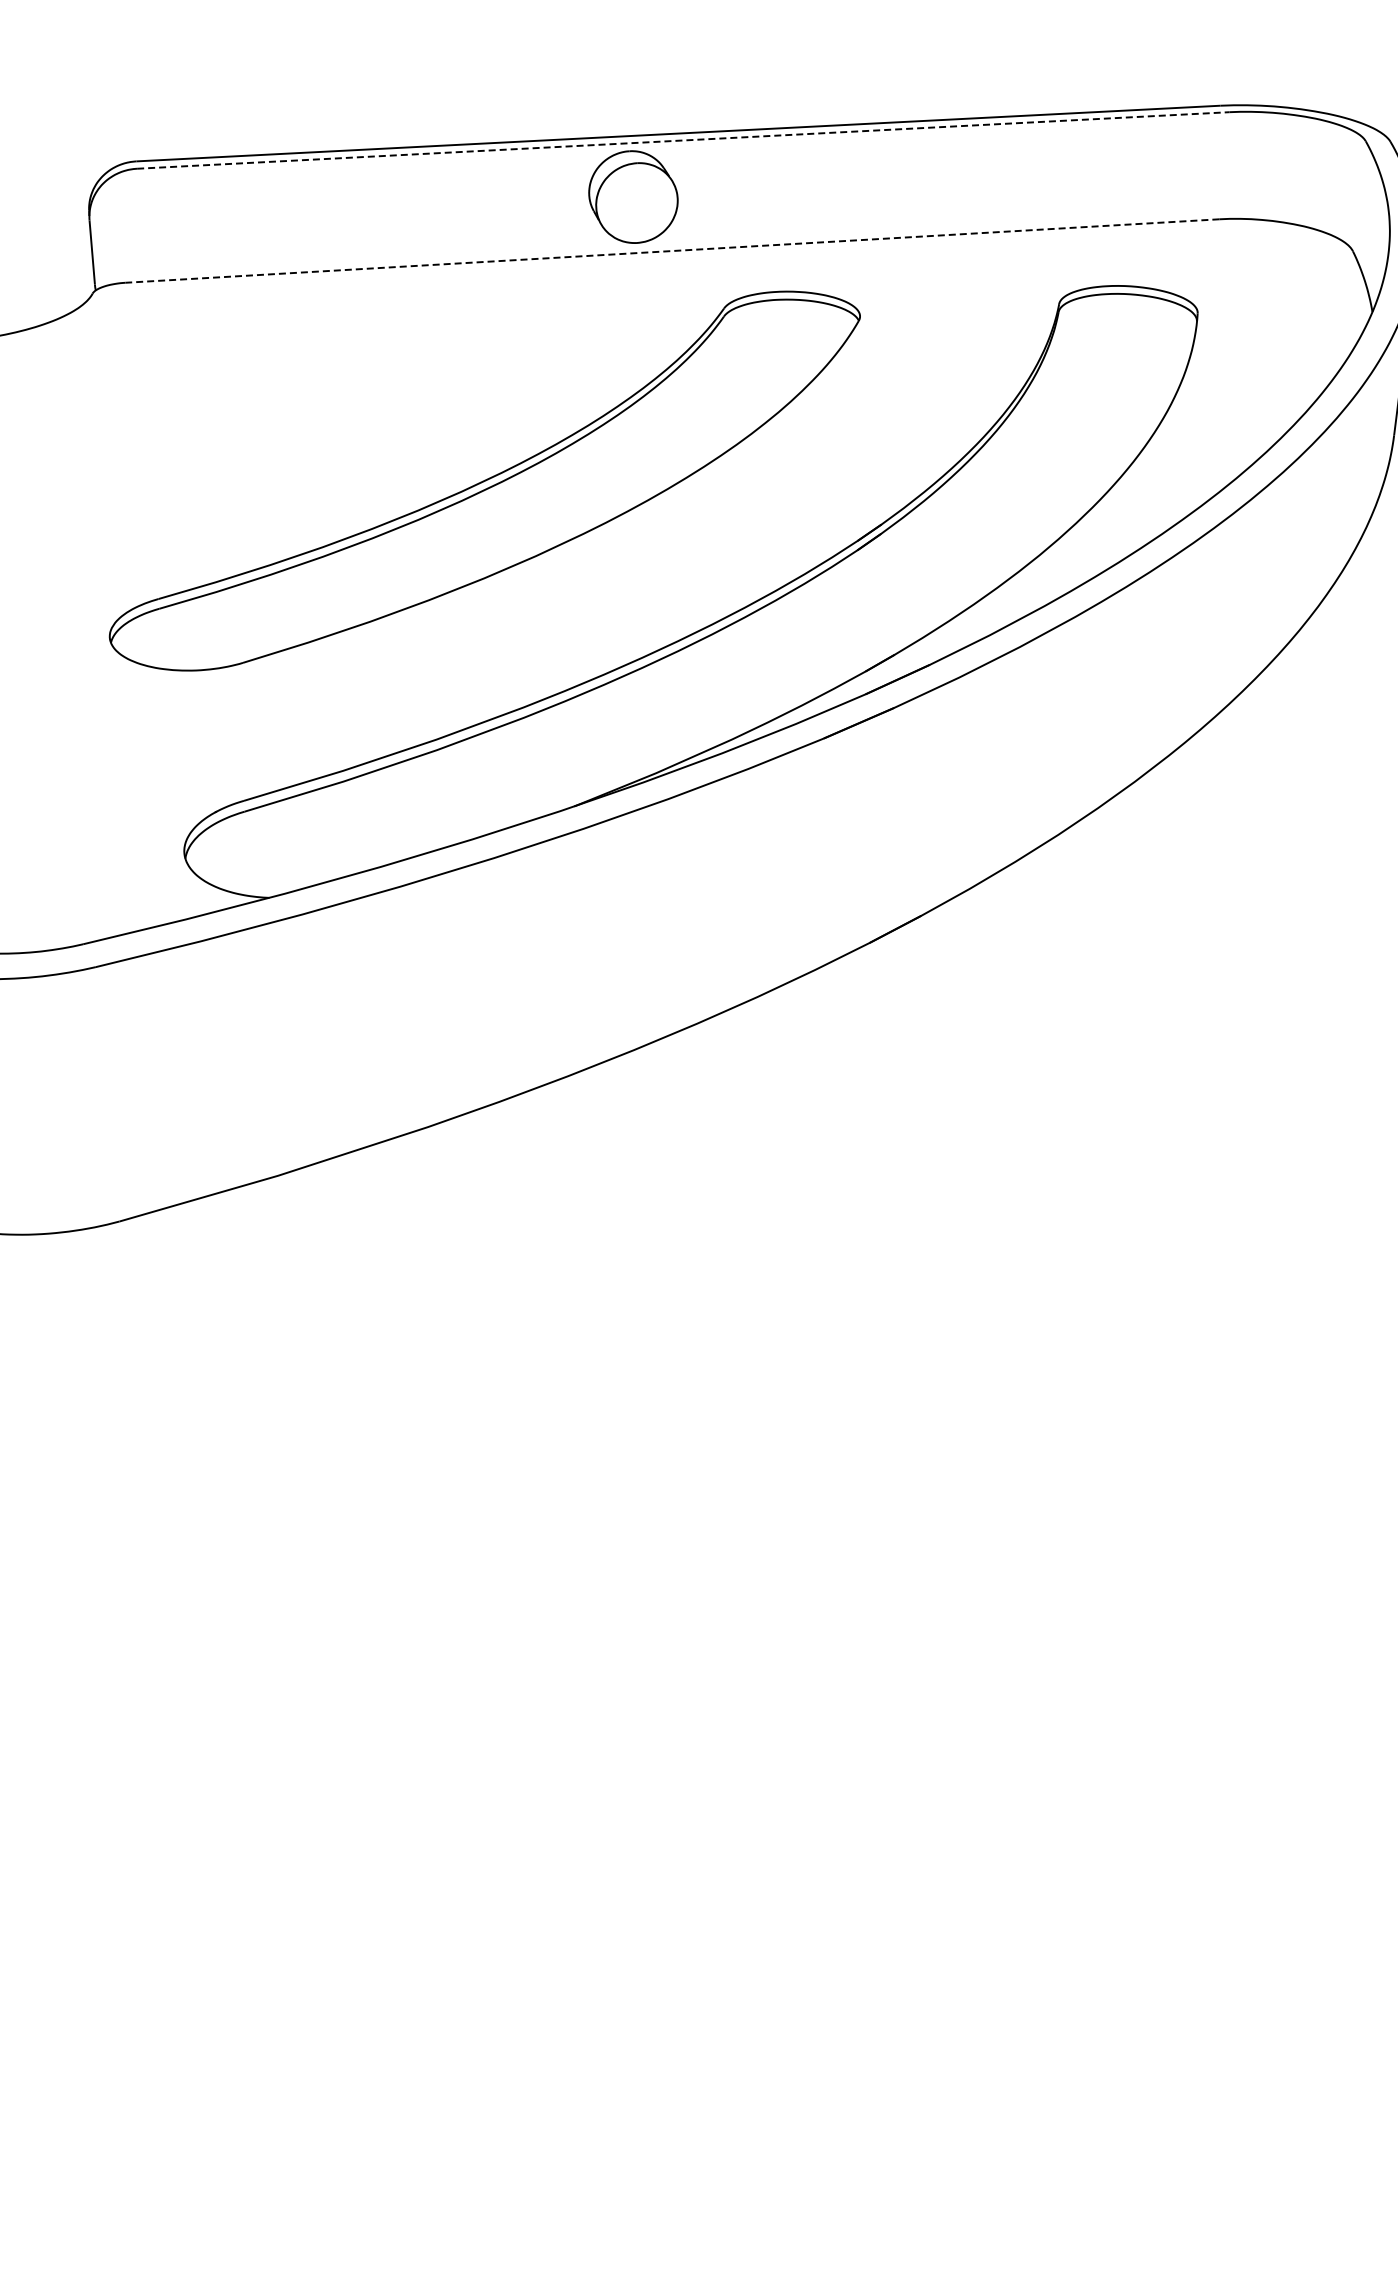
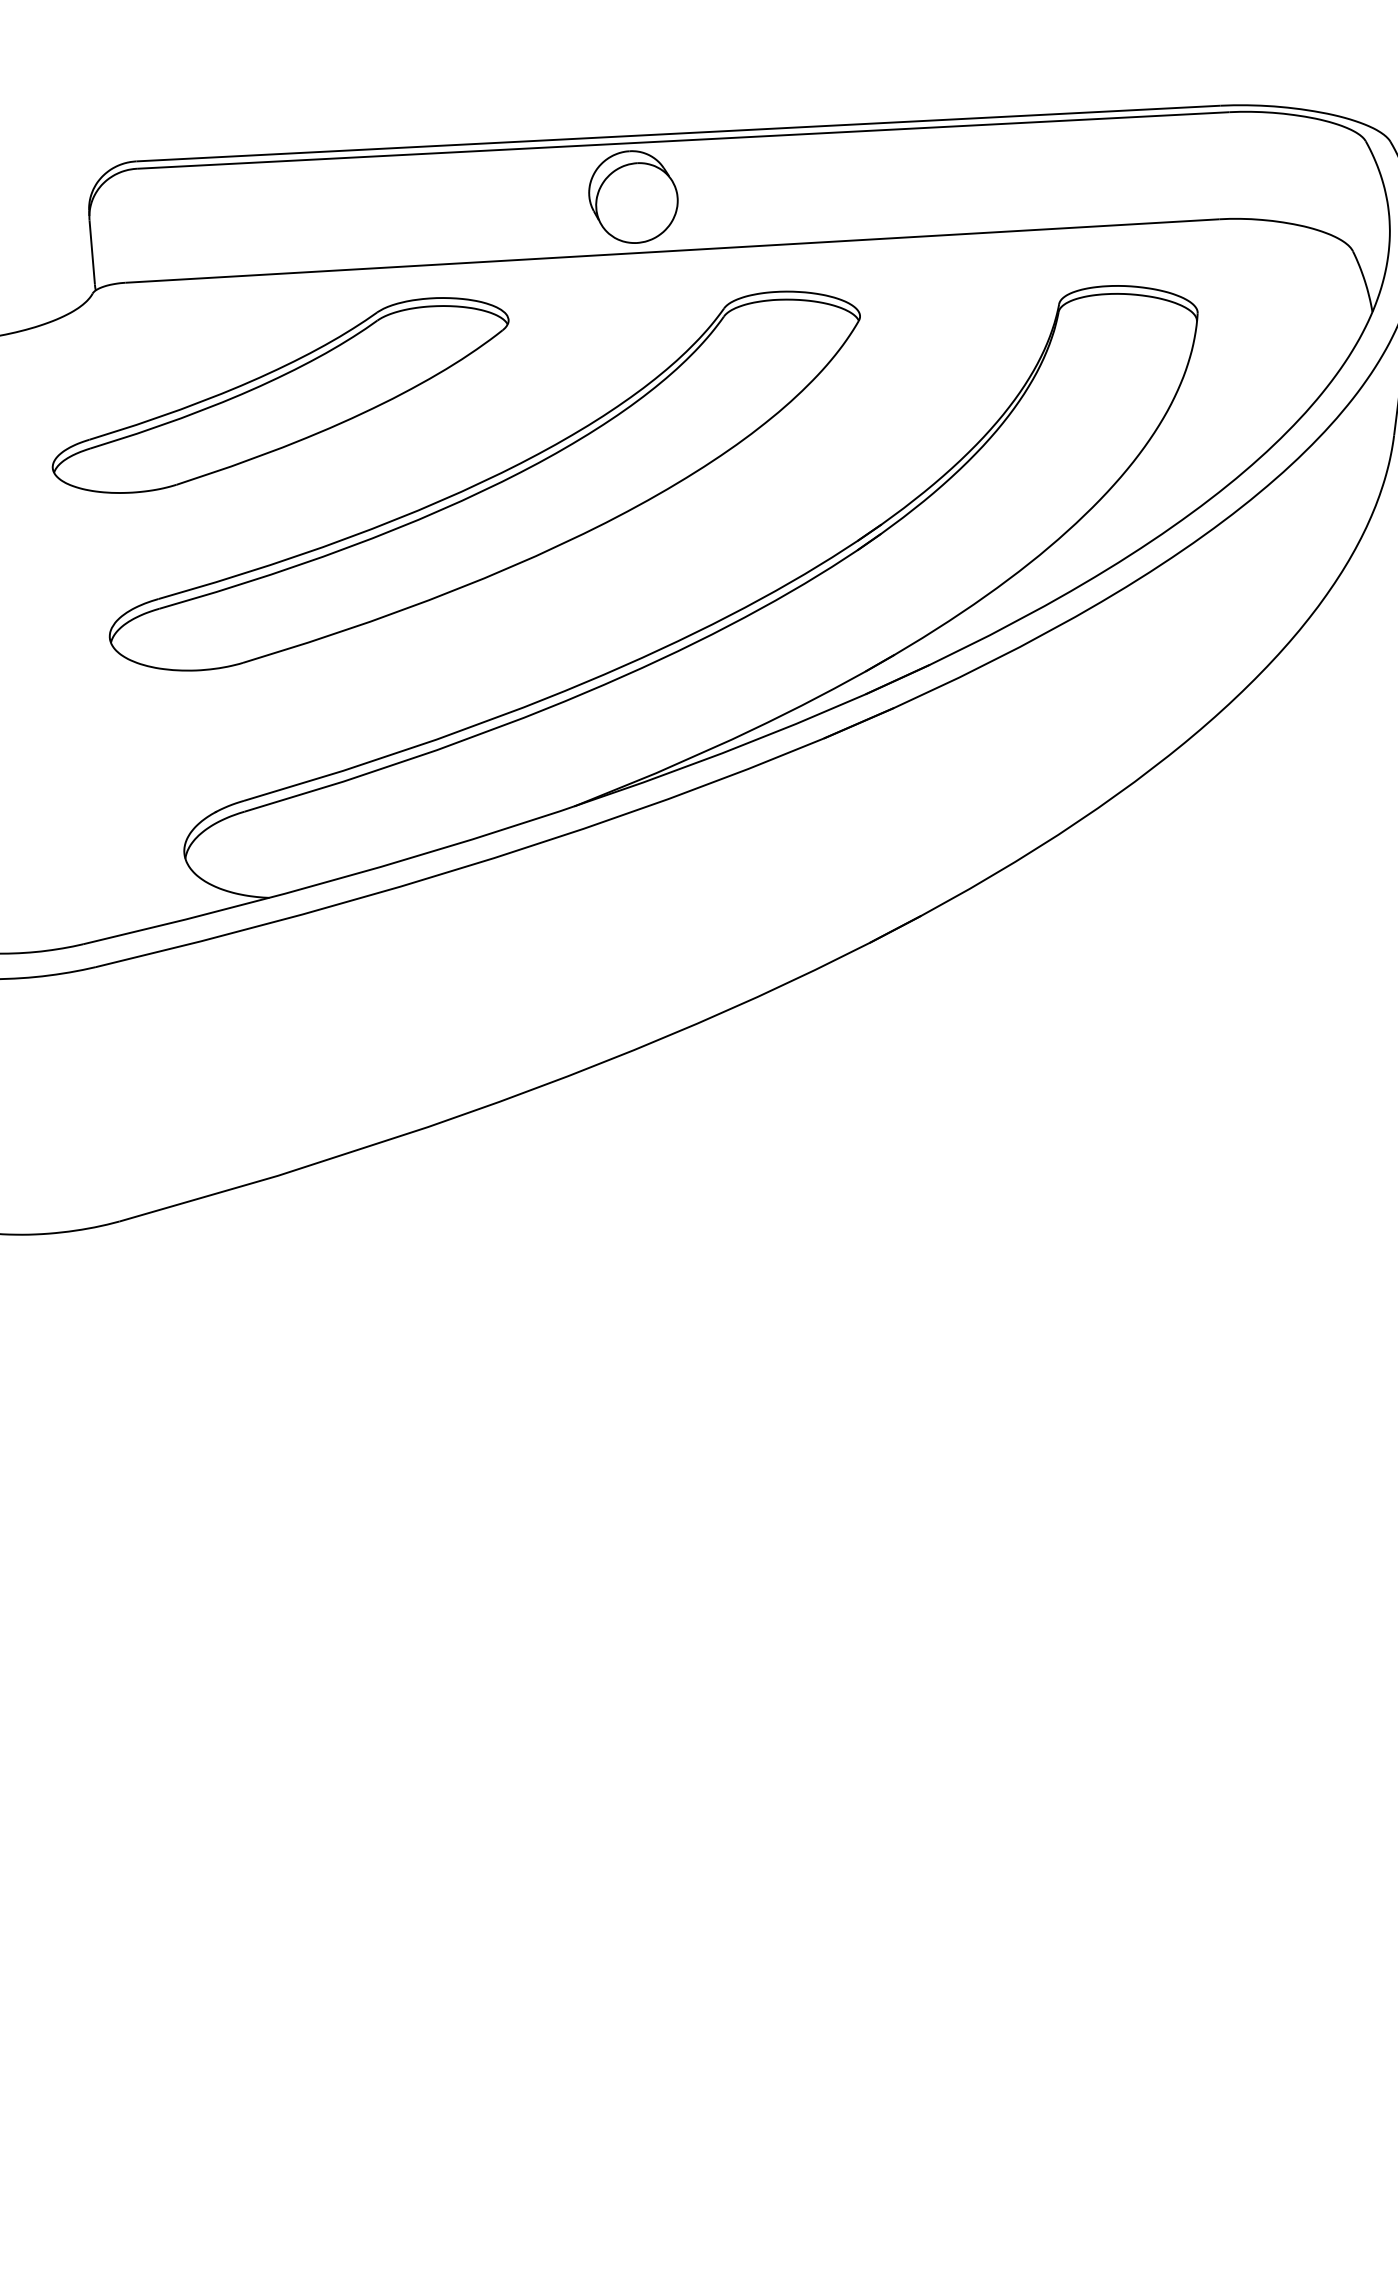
line at (683, 140): dashed -> solid
line at (672, 251): dashed -> solid
part at (280, 395): none -> present
